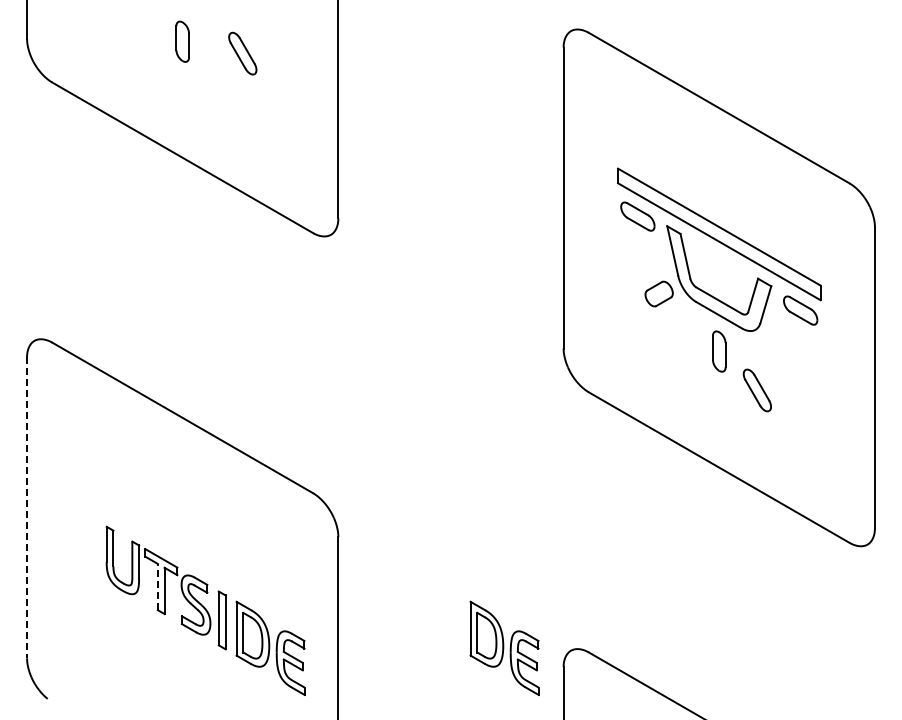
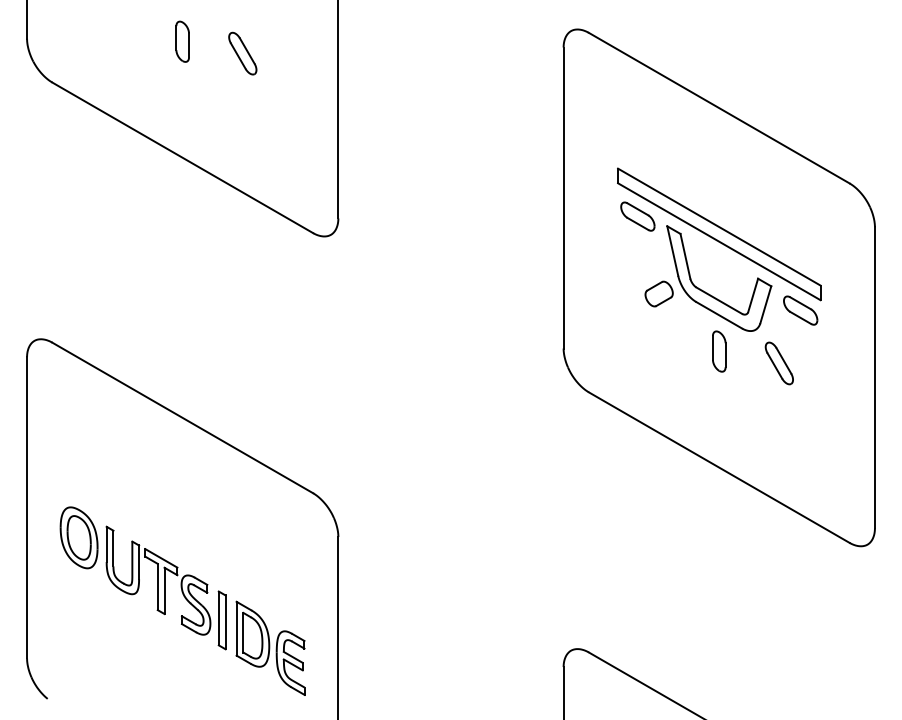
part at (756, 390) position: (756, 390) -> (778, 363)
line at (27, 507): dashed -> solid
part at (78, 537): none -> present
line at (157, 586): dashed -> solid
part at (504, 647): present -> none
